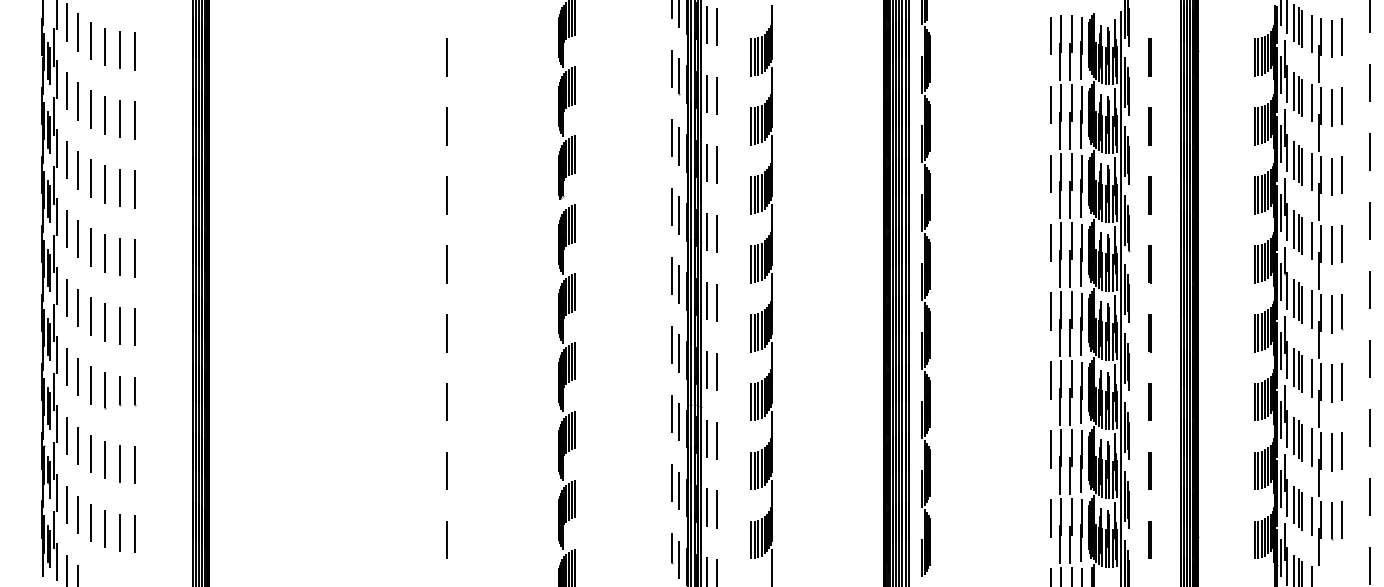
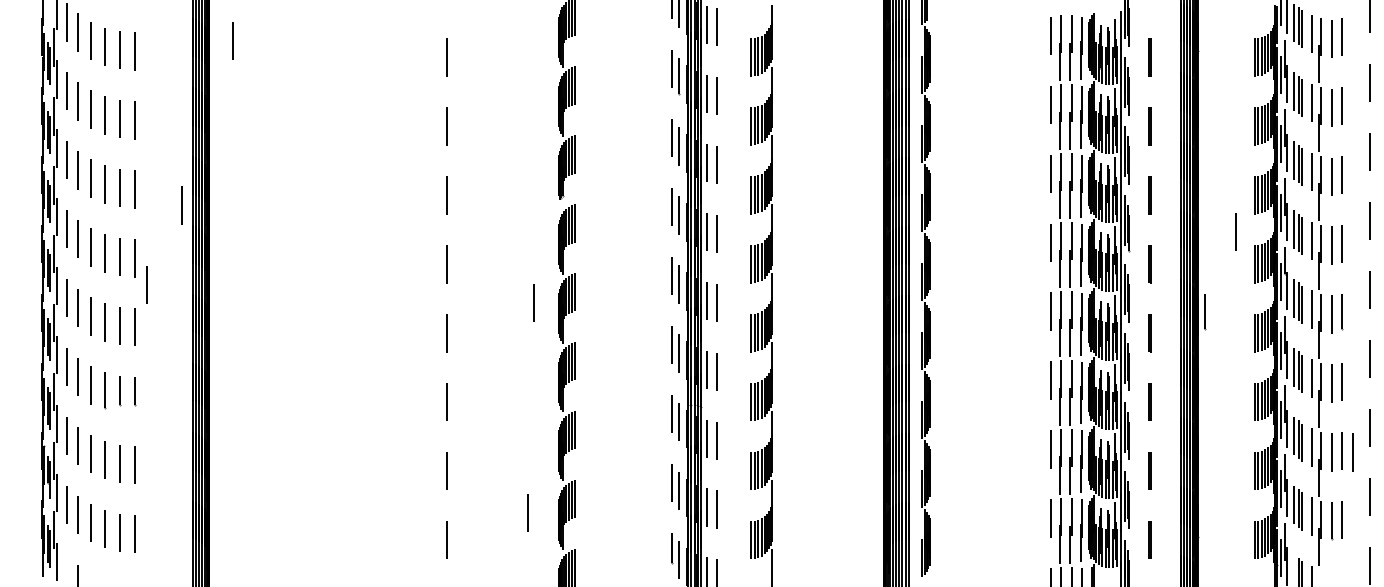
line at (232, 40): none -> present
line at (181, 205): none -> present
line at (1235, 231): none -> present
line at (146, 284): none -> present
line at (533, 302): none -> present
line at (1205, 312): none -> present
line at (1352, 452): none -> present
line at (527, 512): none -> present
line at (66, 568): present -> none
line at (1294, 569): present -> none
